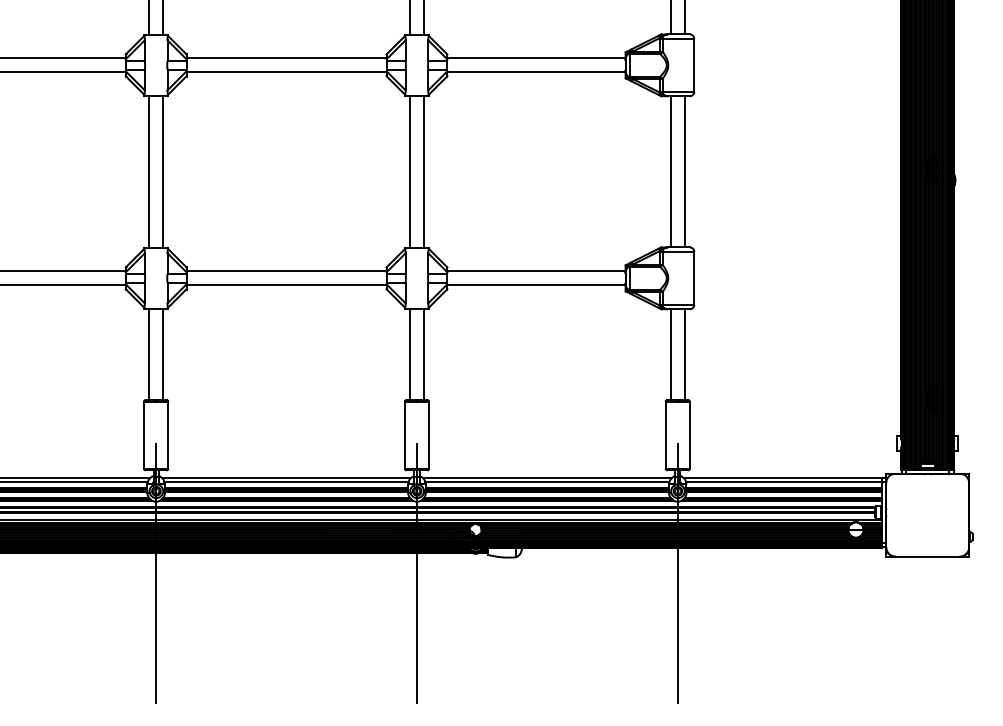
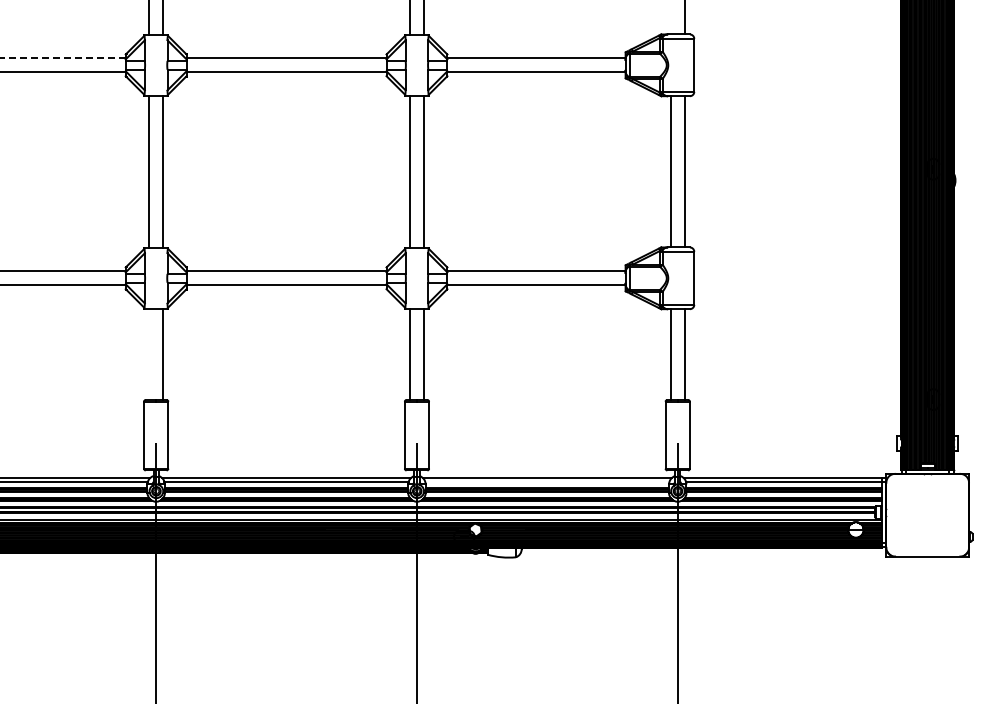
line at (670, 18): present -> none
line at (62, 58): solid -> dashed
line at (149, 354): present -> none
line at (547, 481): present -> none
